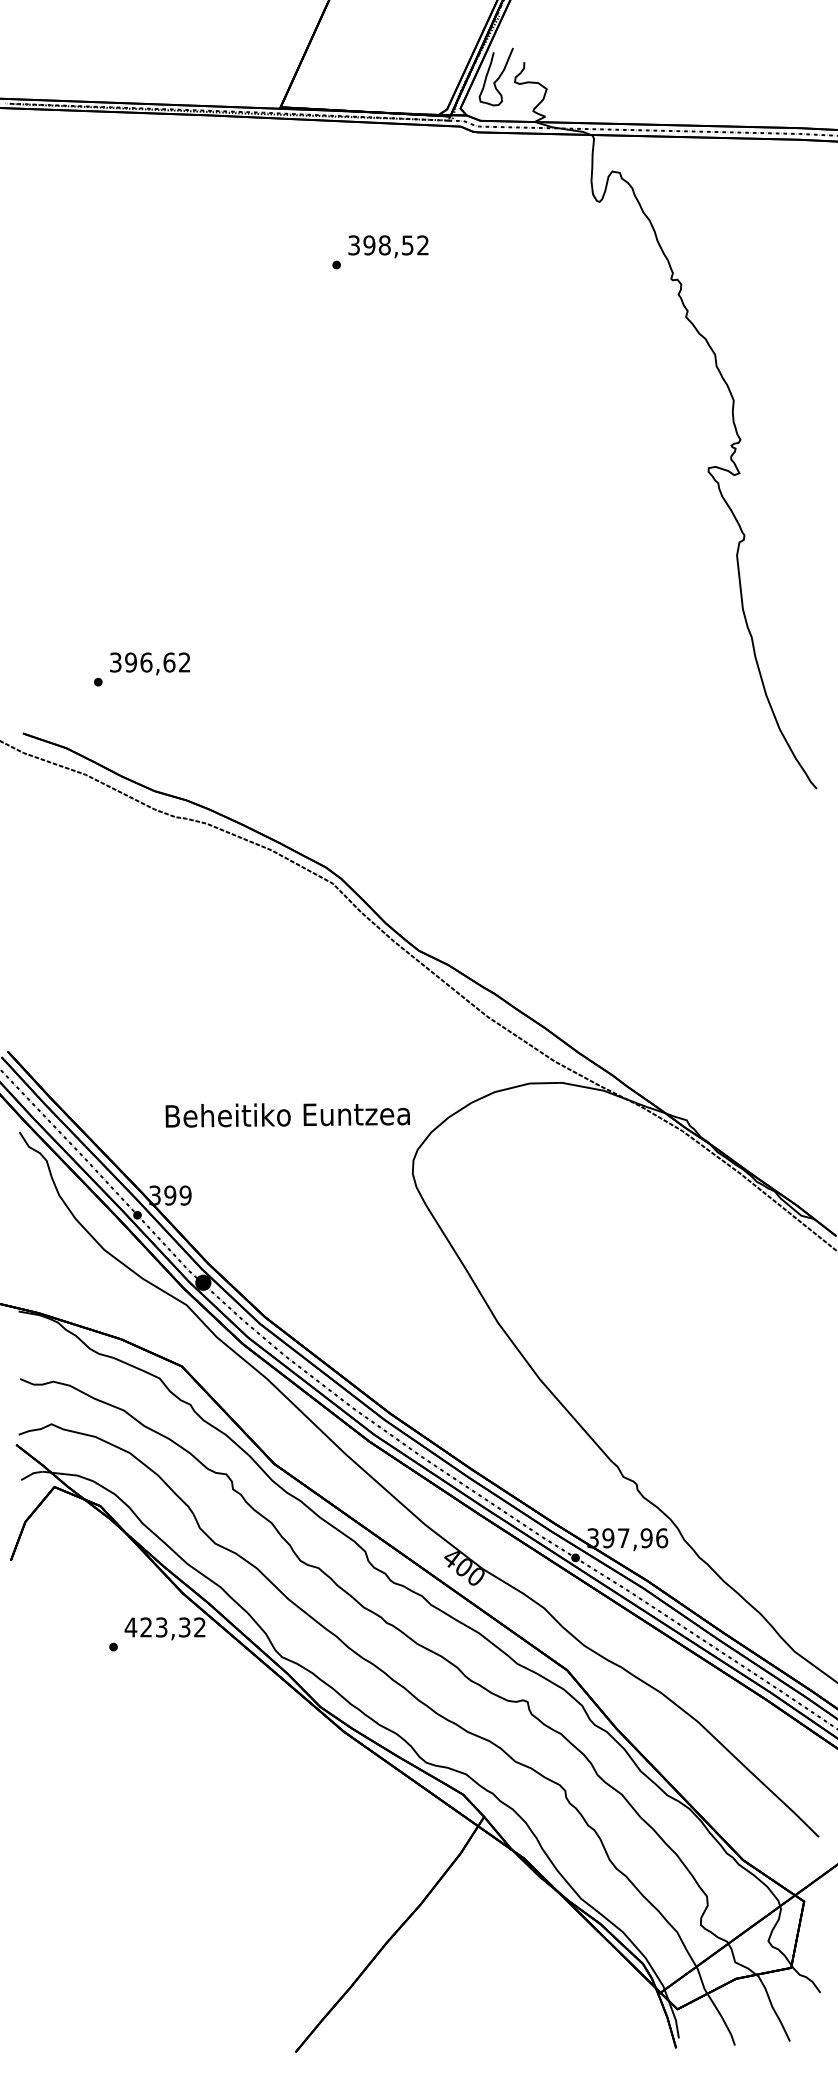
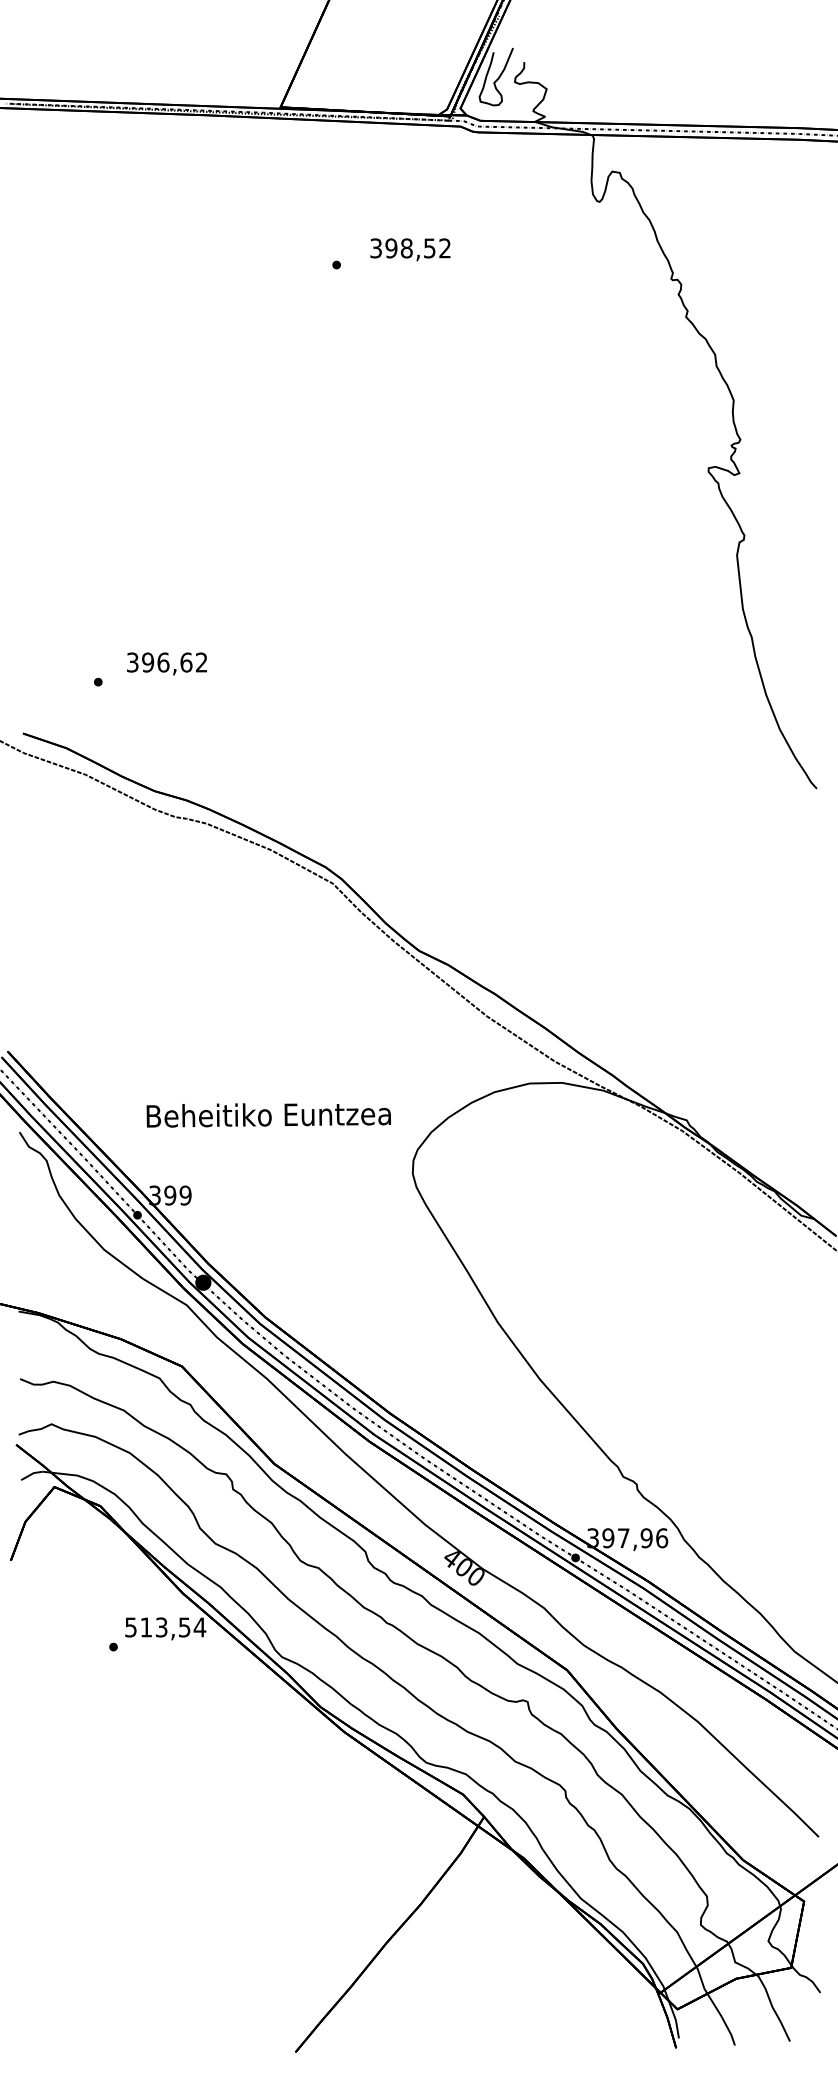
text at (388, 246) position: (388, 246) -> (410, 249)
text at (149, 663) position: (149, 663) -> (166, 663)
text at (287, 1115) position: (287, 1115) -> (268, 1115)
text at (165, 1627): 423,32 -> 513,54
